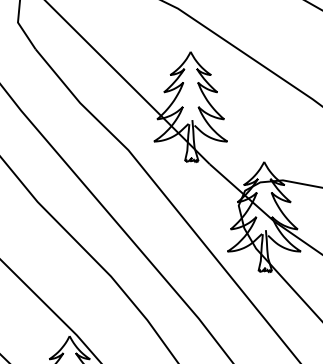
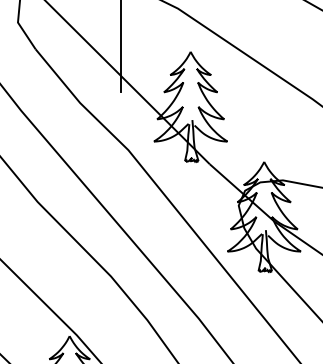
line at (121, 47): none -> present
